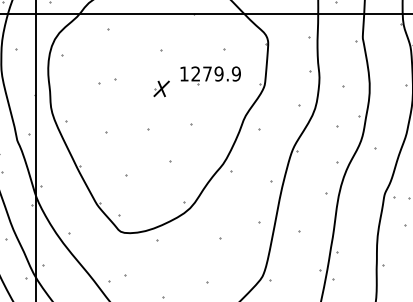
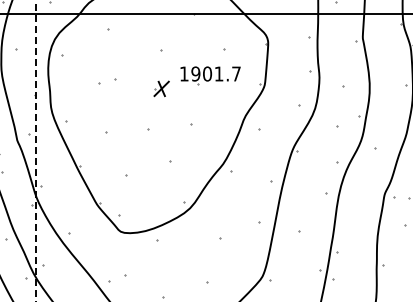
text at (215, 73): 1279.9 -> 1901.7
line at (35, 151): solid -> dashed
